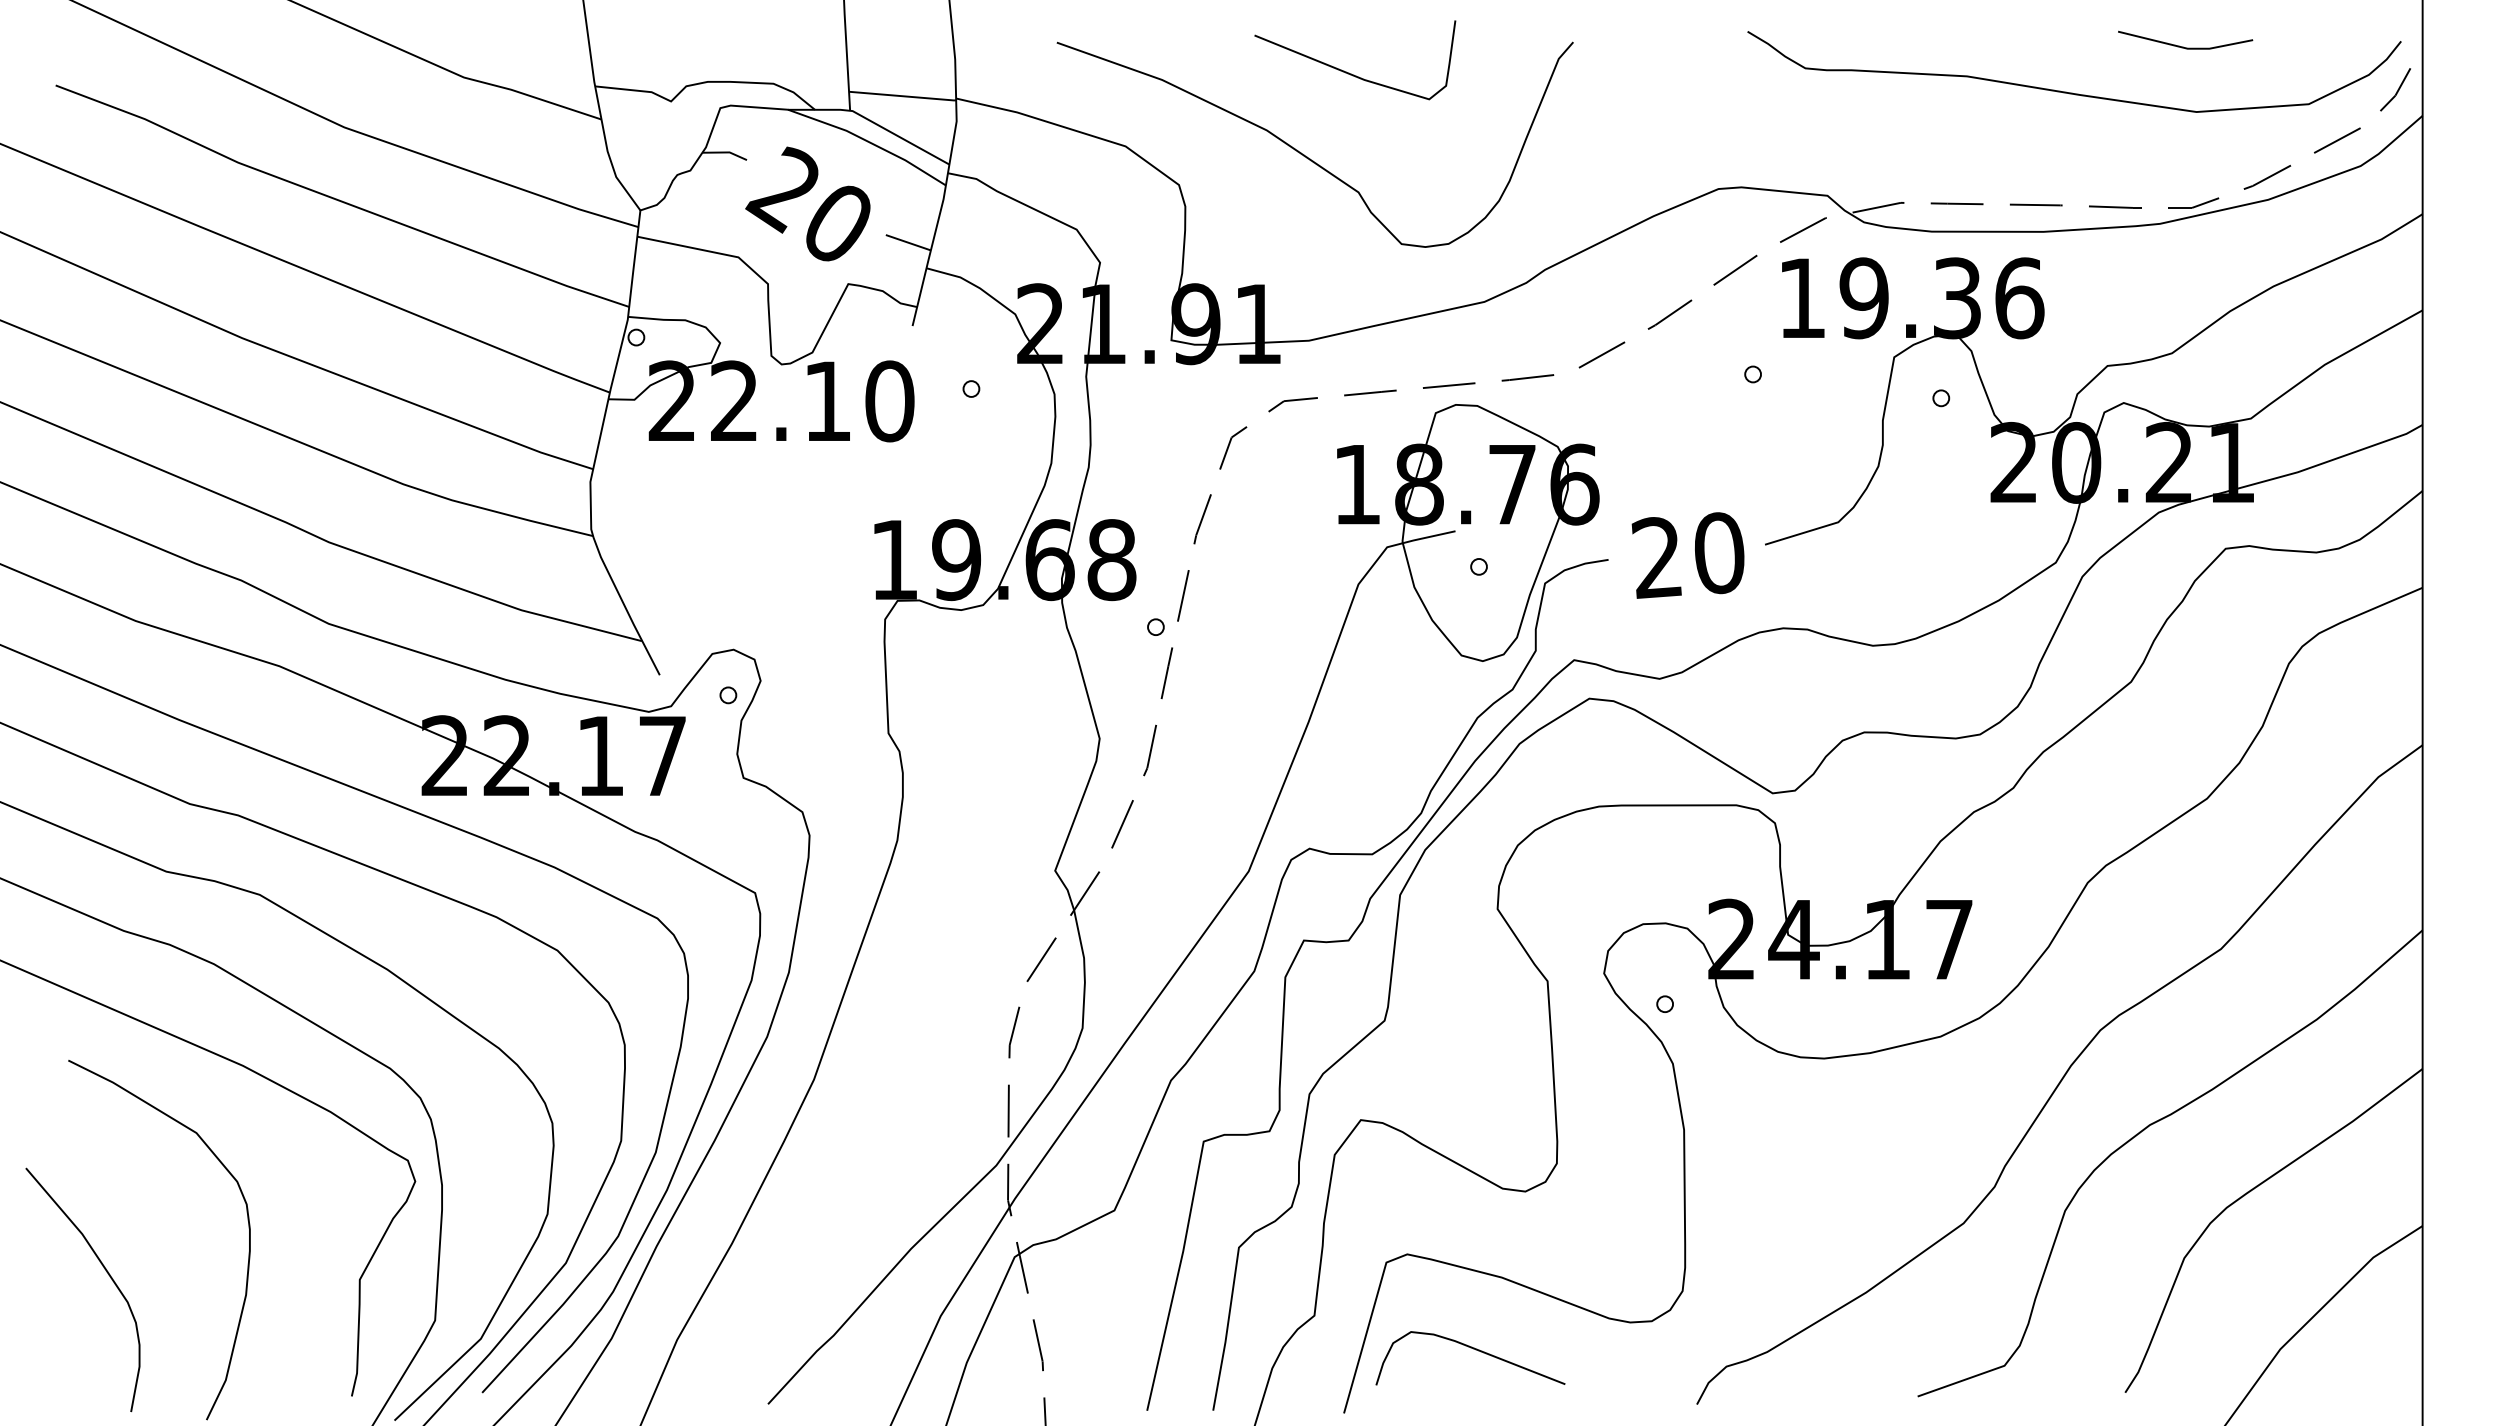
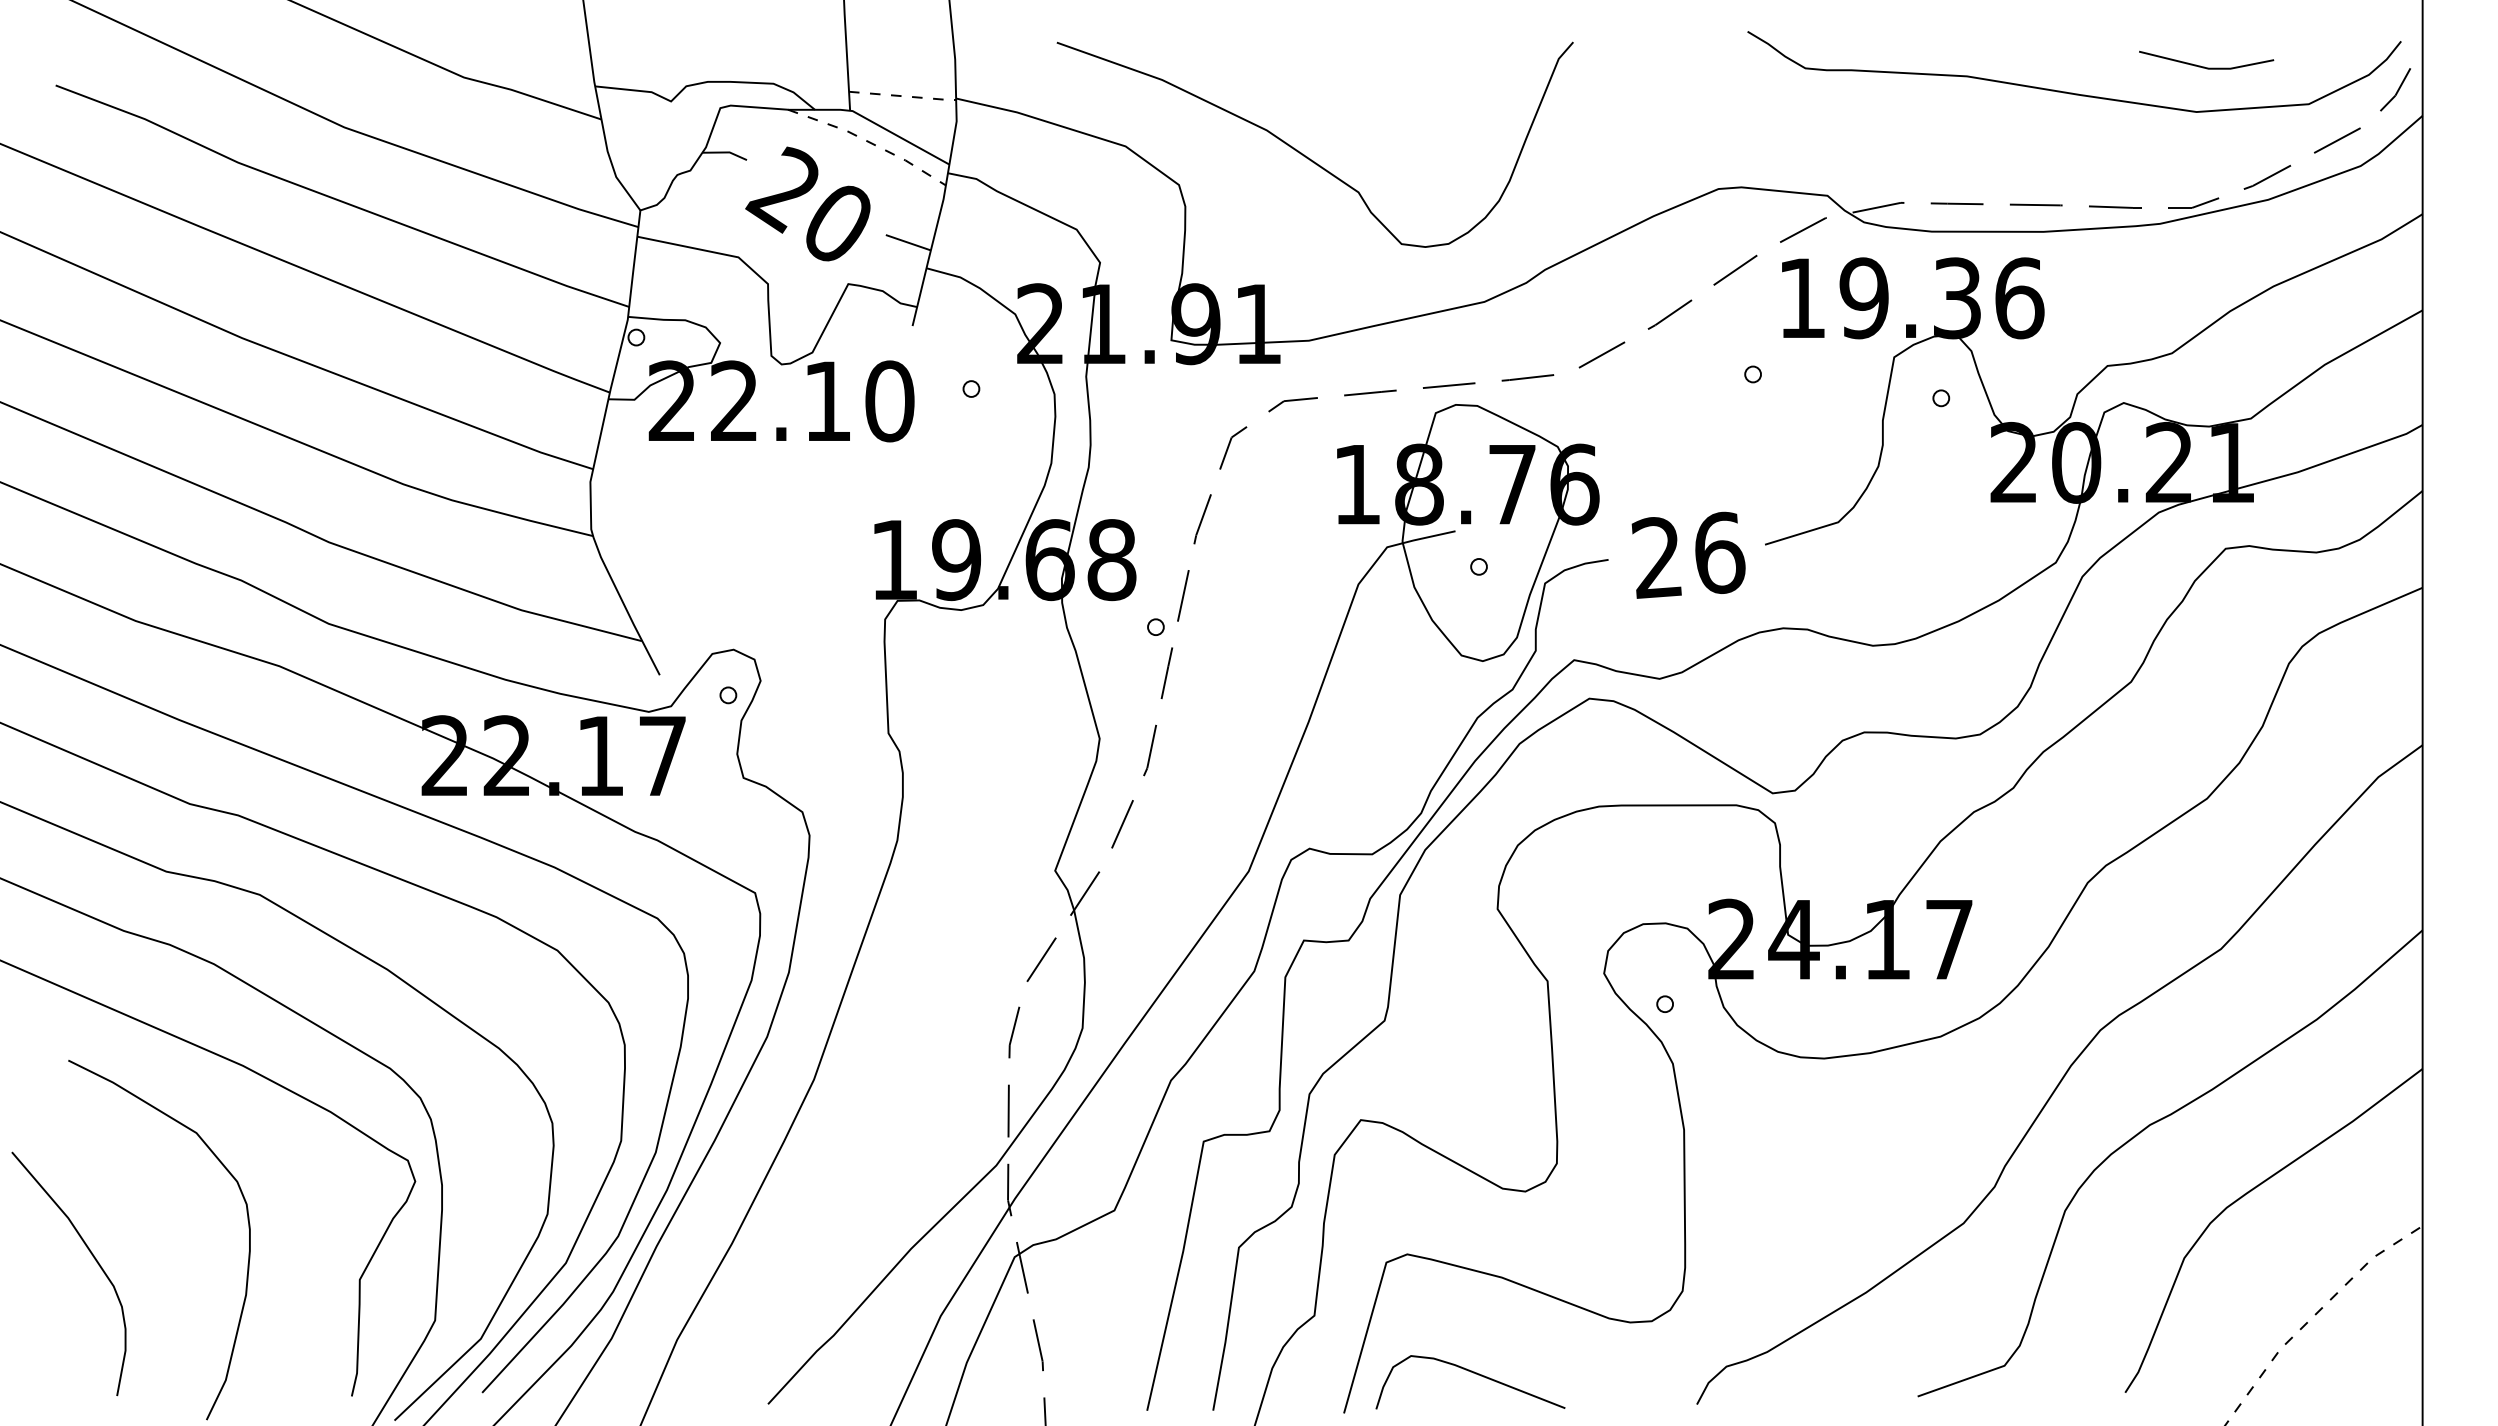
line at (2183, 46) position: (2183, 46) -> (2204, 66)
curve at (1349, 72): present -> none
line at (903, 96): solid -> dashed
line at (869, 142): solid -> dashed
text at (1720, 552): 20 -> 26
curve at (106, 1272) position: (106, 1272) -> (92, 1256)
line at (2314, 1315): solid -> dashed
curve at (1475, 1350) position: (1475, 1350) -> (1475, 1374)
